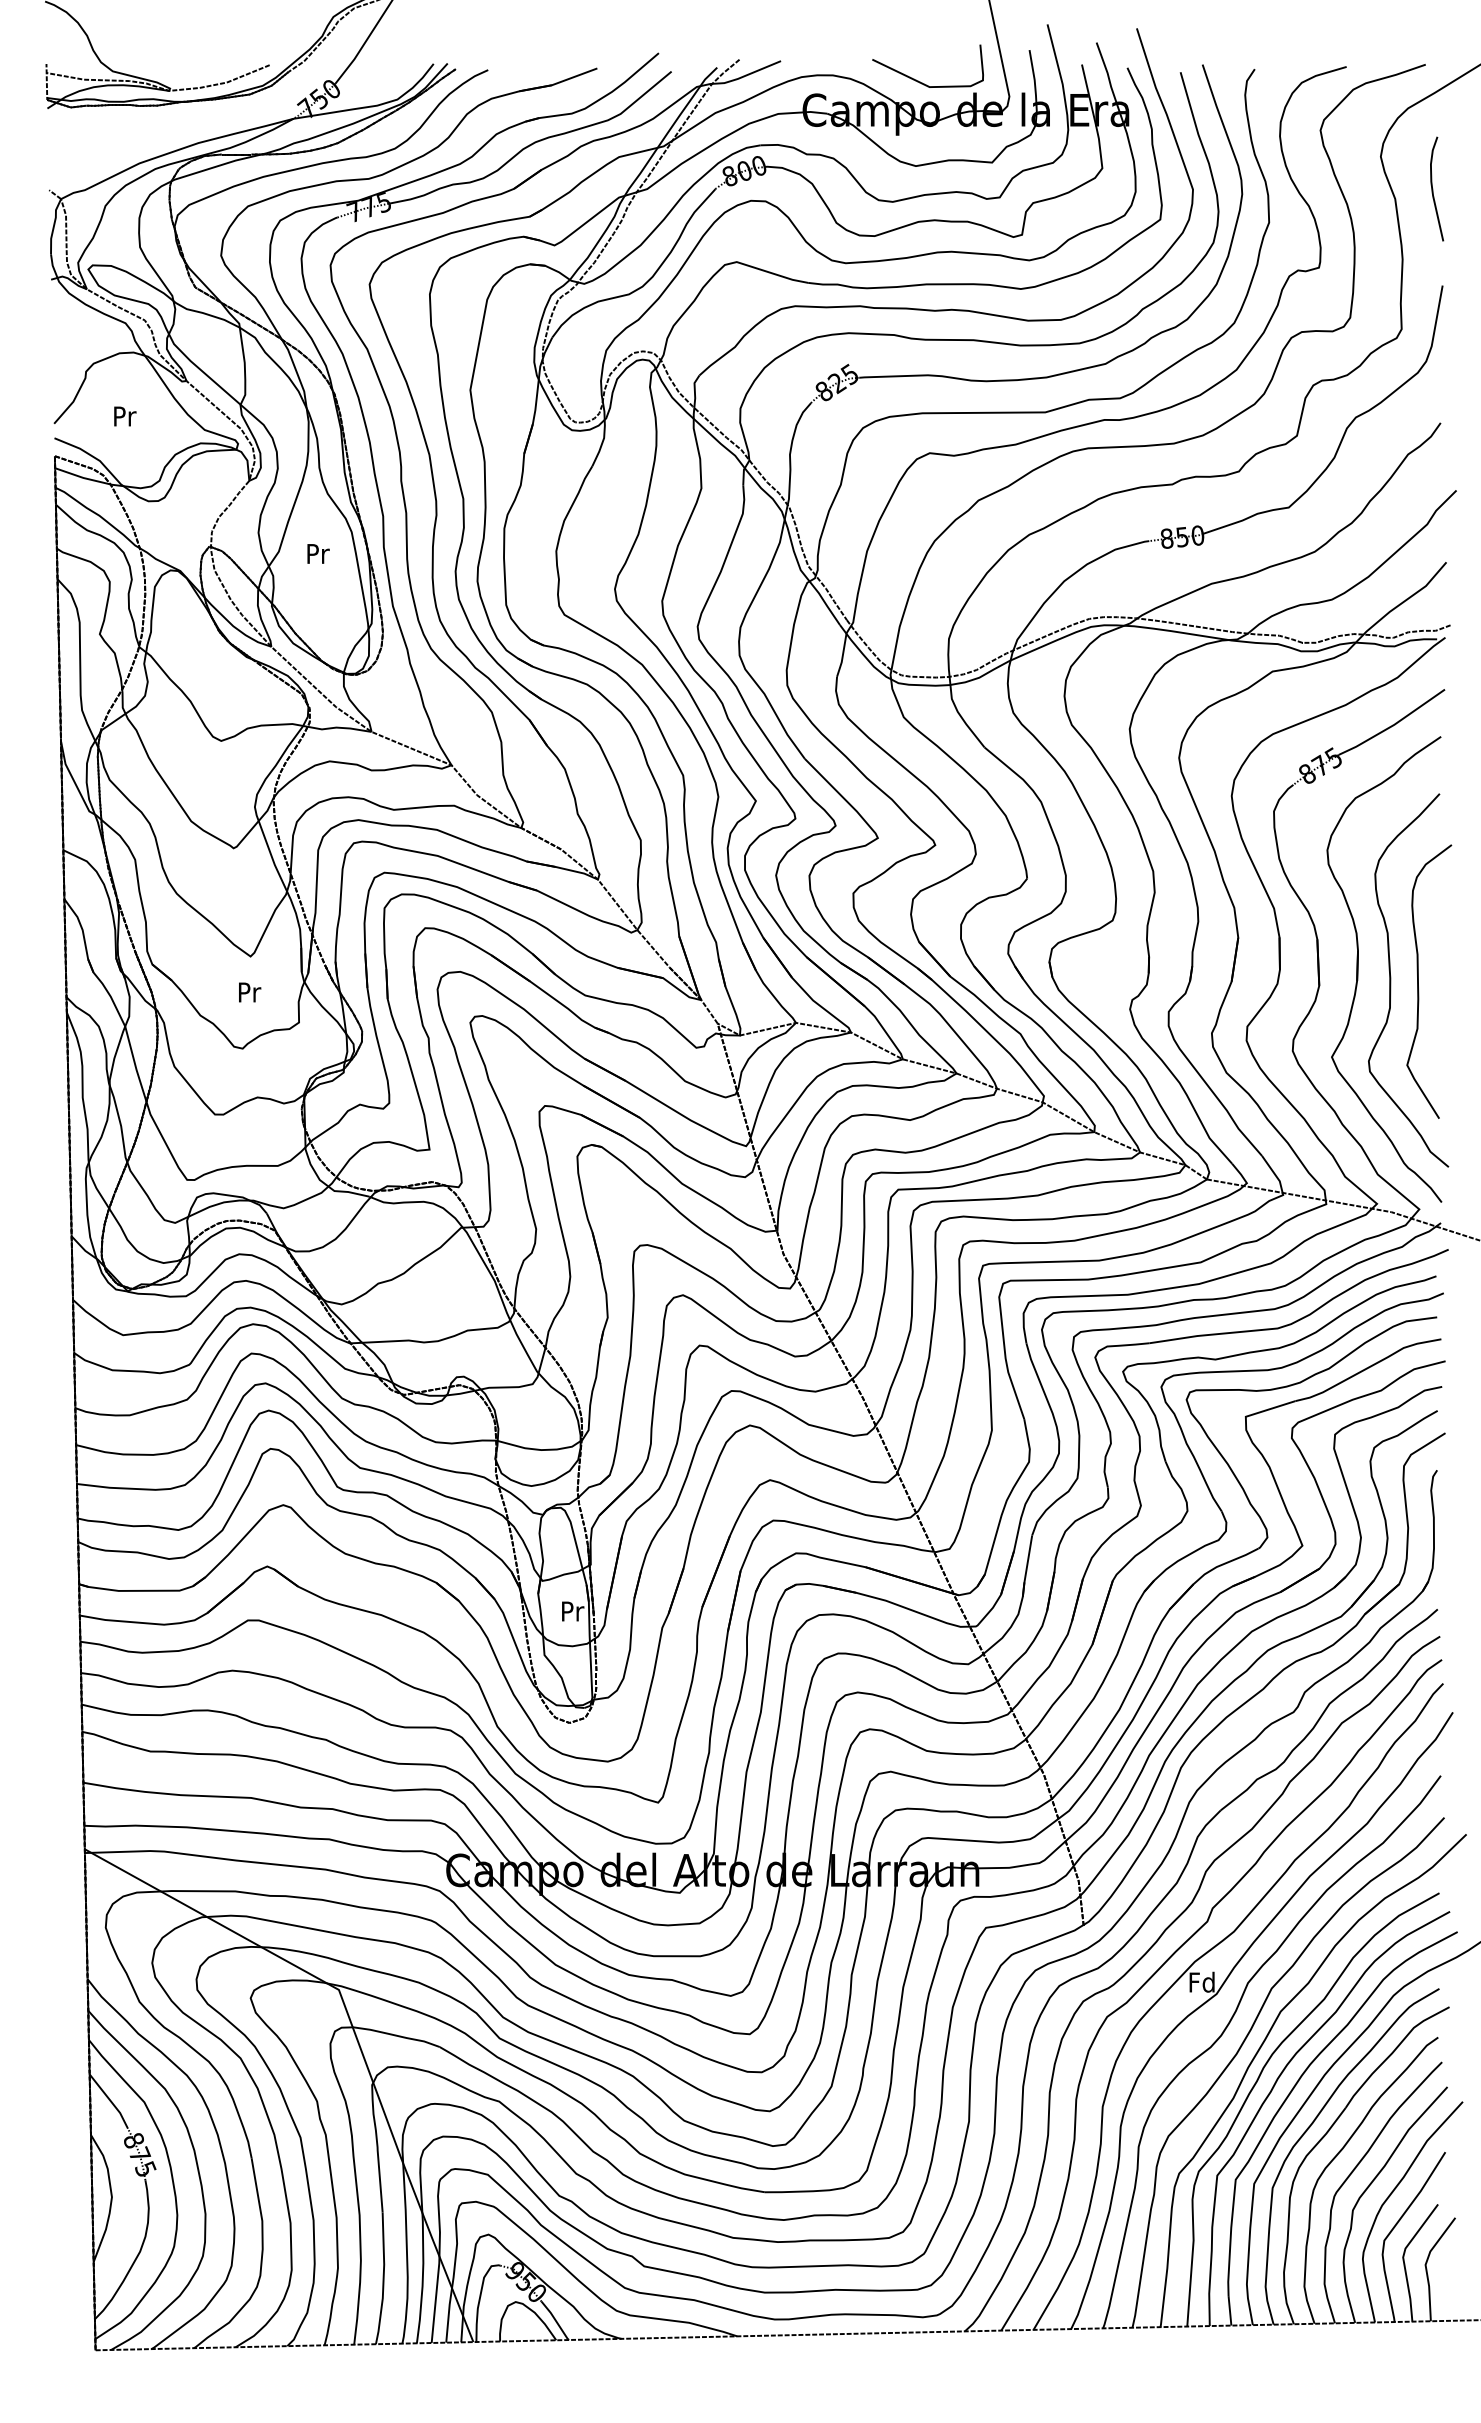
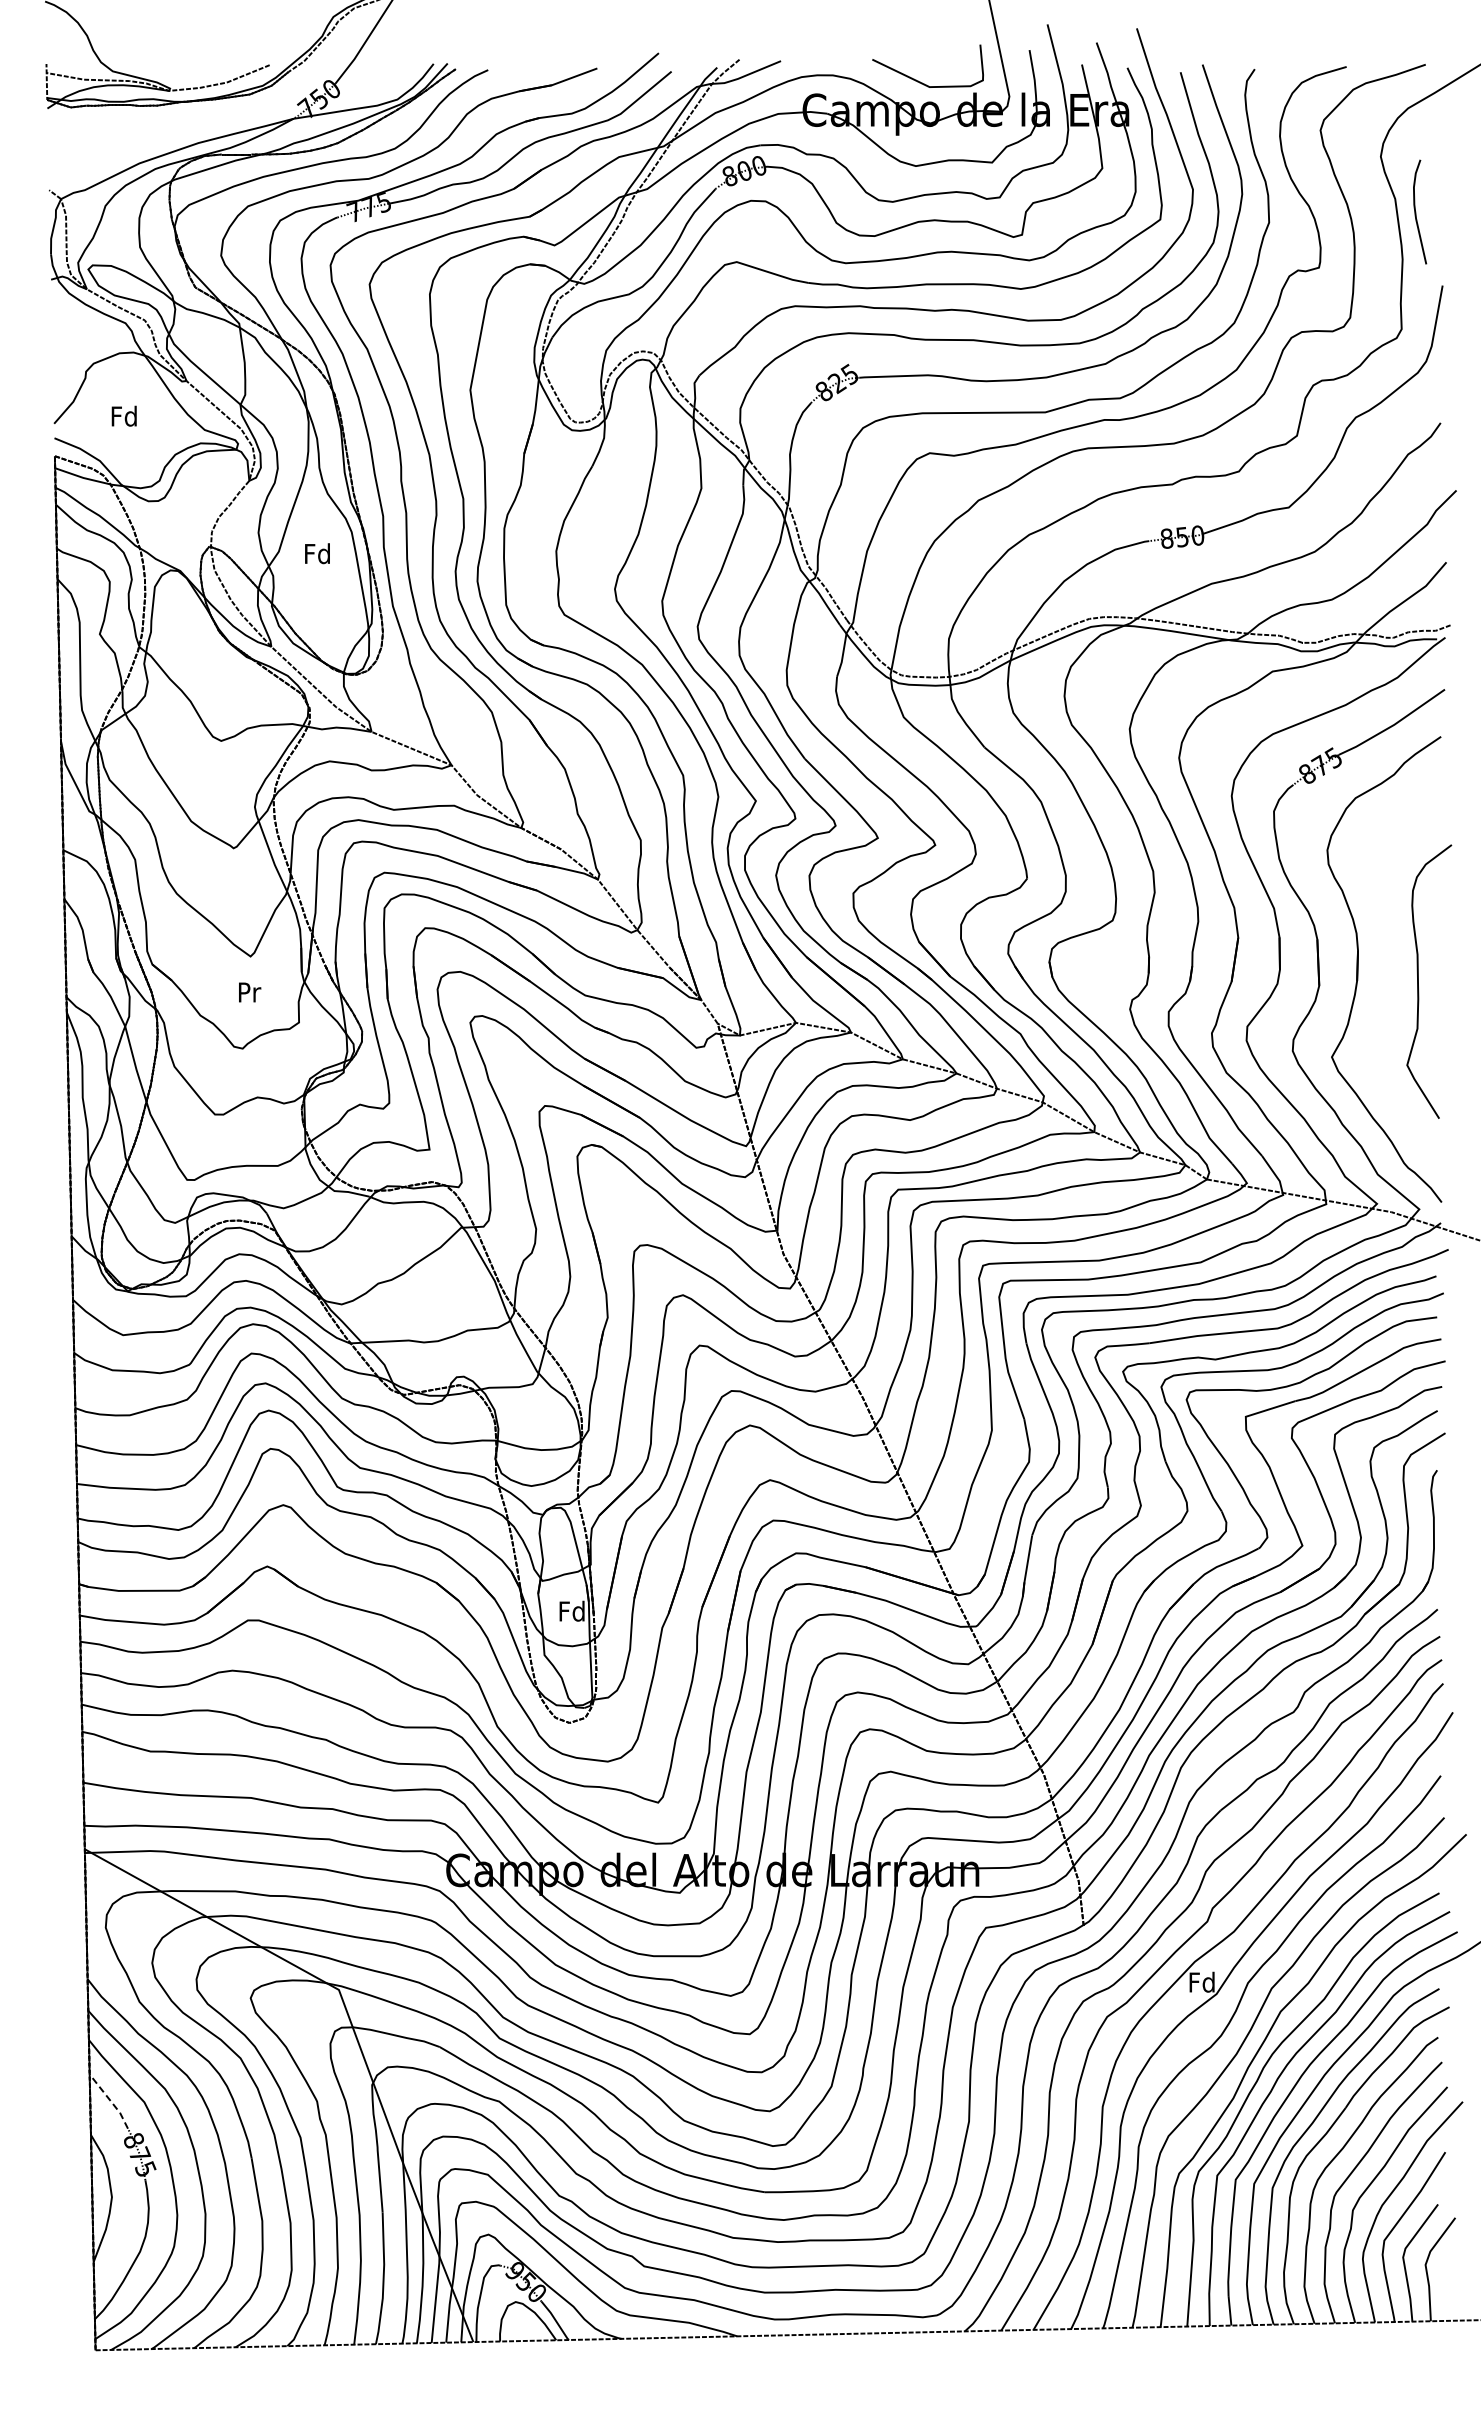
curve at (1433, 188) position: (1433, 188) -> (1416, 211)
text at (123, 415): Pr -> Fd
text at (317, 553): Pr -> Fd
curve at (1391, 980): present -> none
text at (571, 1610): Pr -> Fd
line at (110, 2100): solid -> dashed
